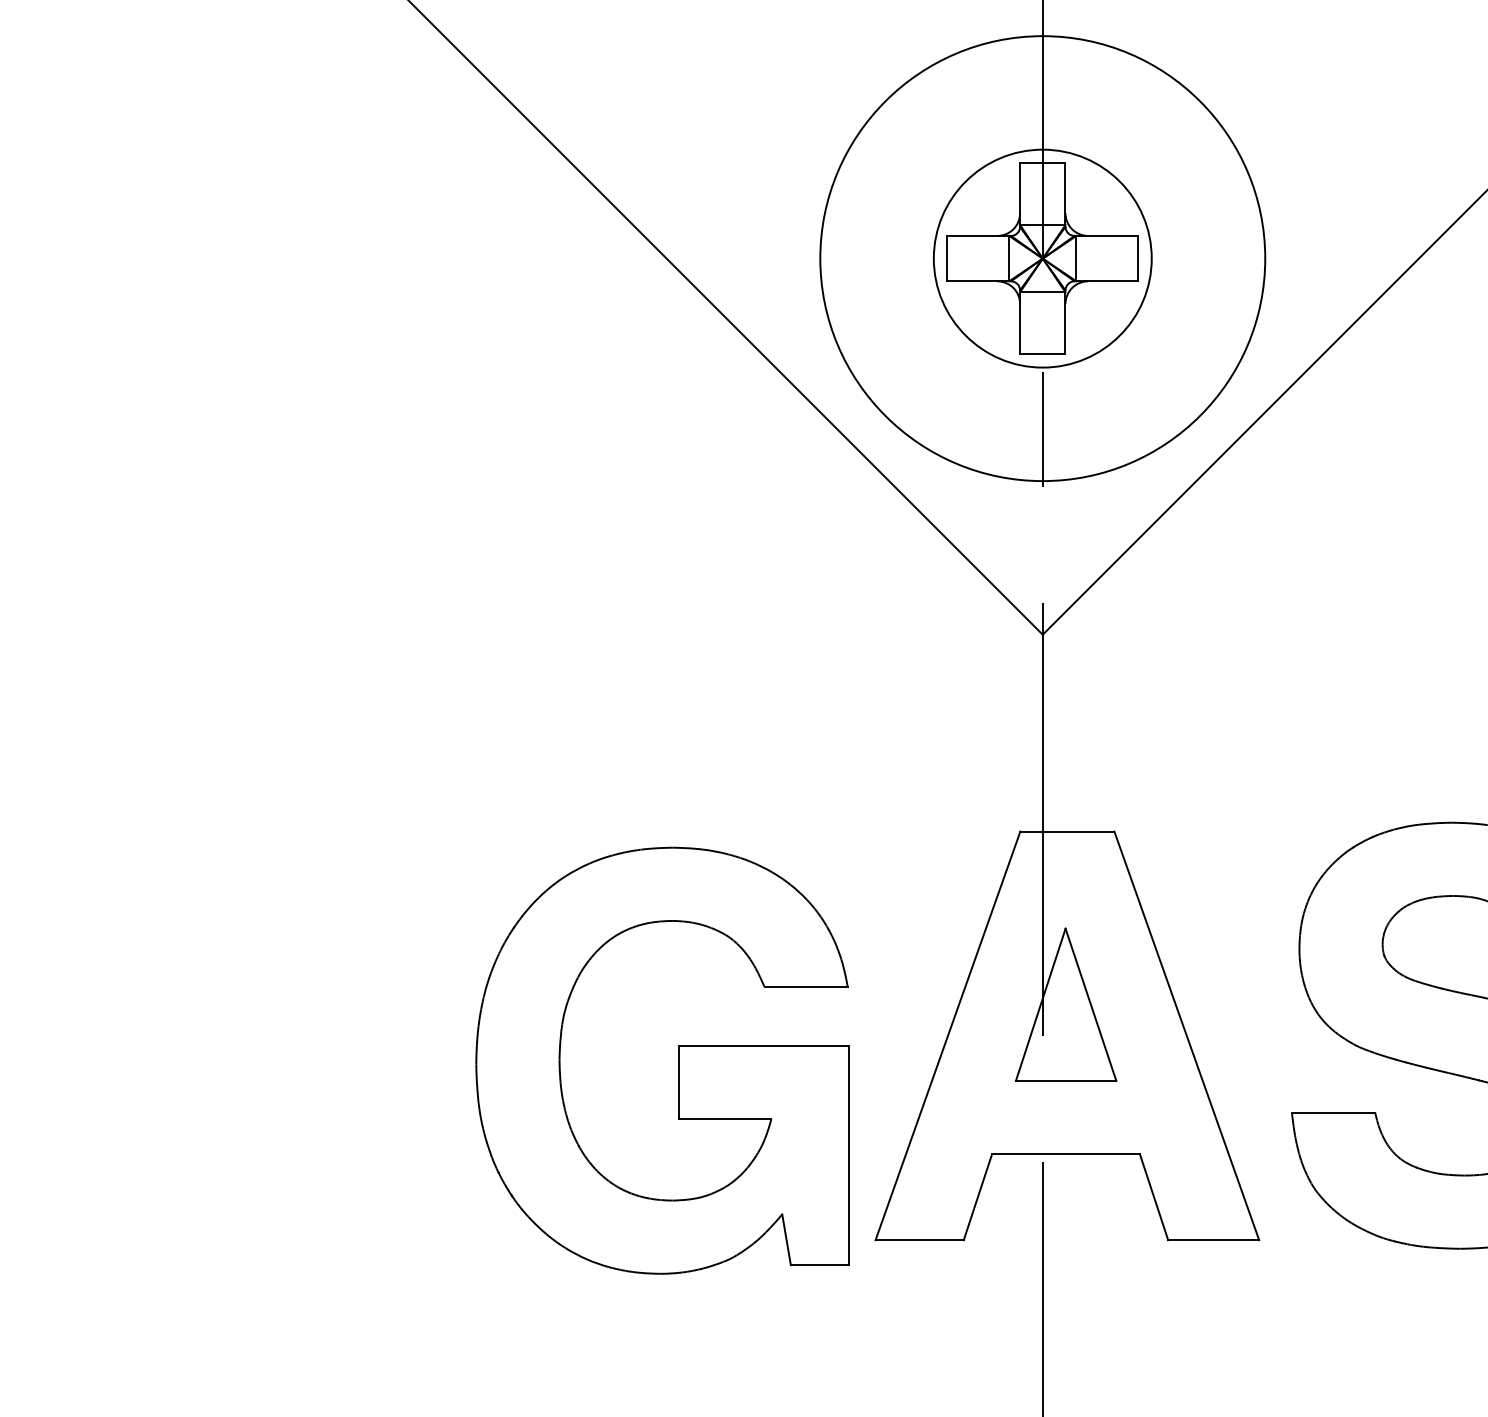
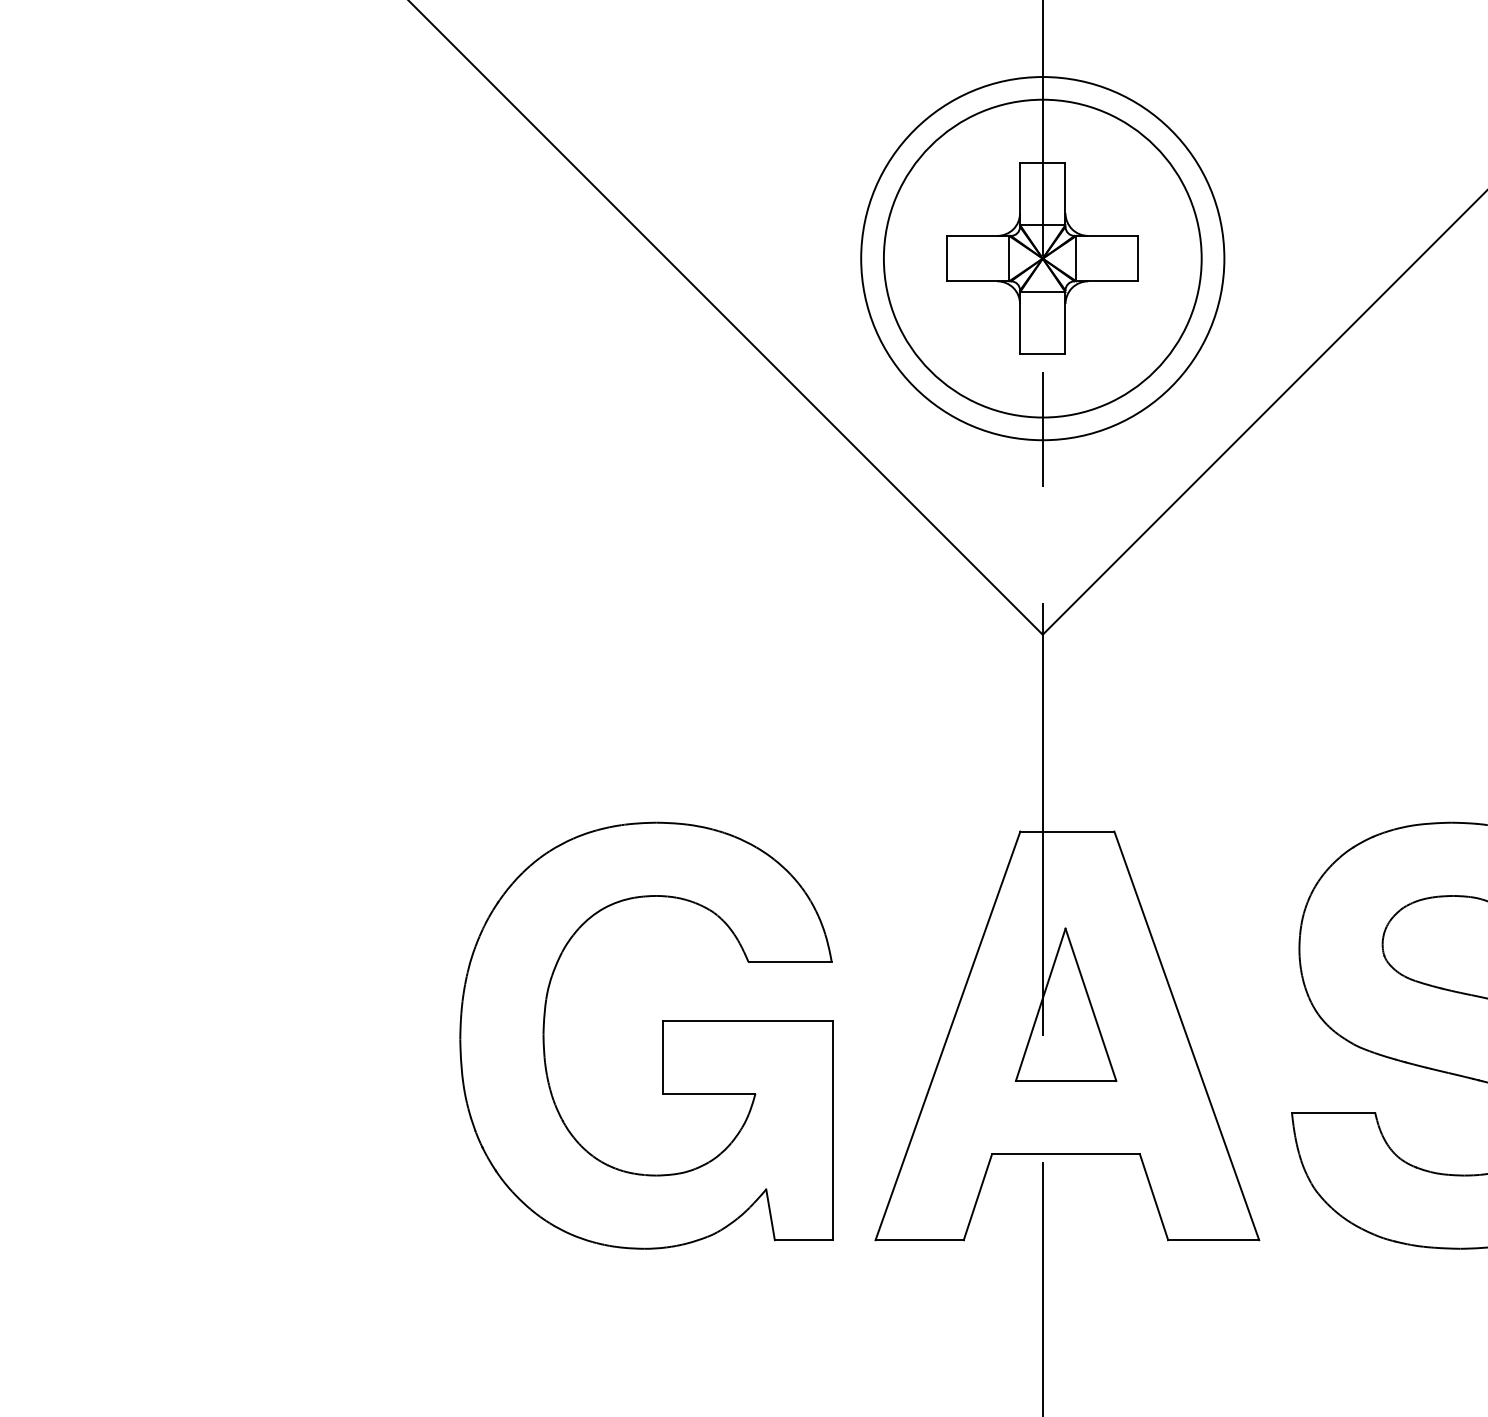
circle at (1042, 258) diameter: 218 px -> 363 px
circle at (1042, 258) diameter: 445 px -> 318 px
part at (678, 1060) position: (678, 1060) -> (662, 1035)
